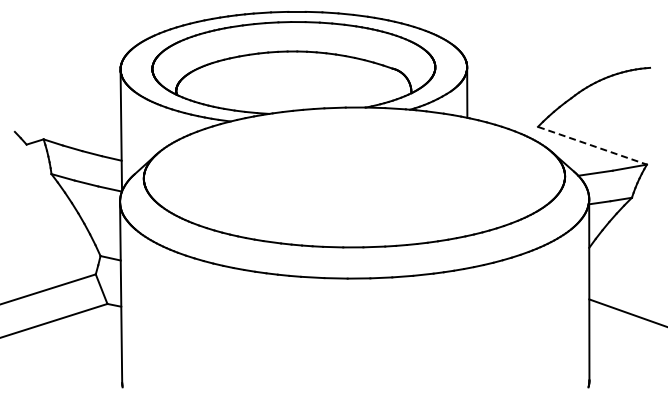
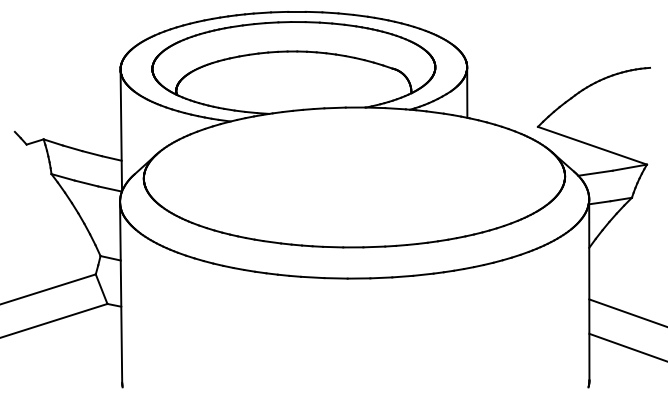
line at (592, 145): dashed -> solid
line at (626, 346): none -> present
